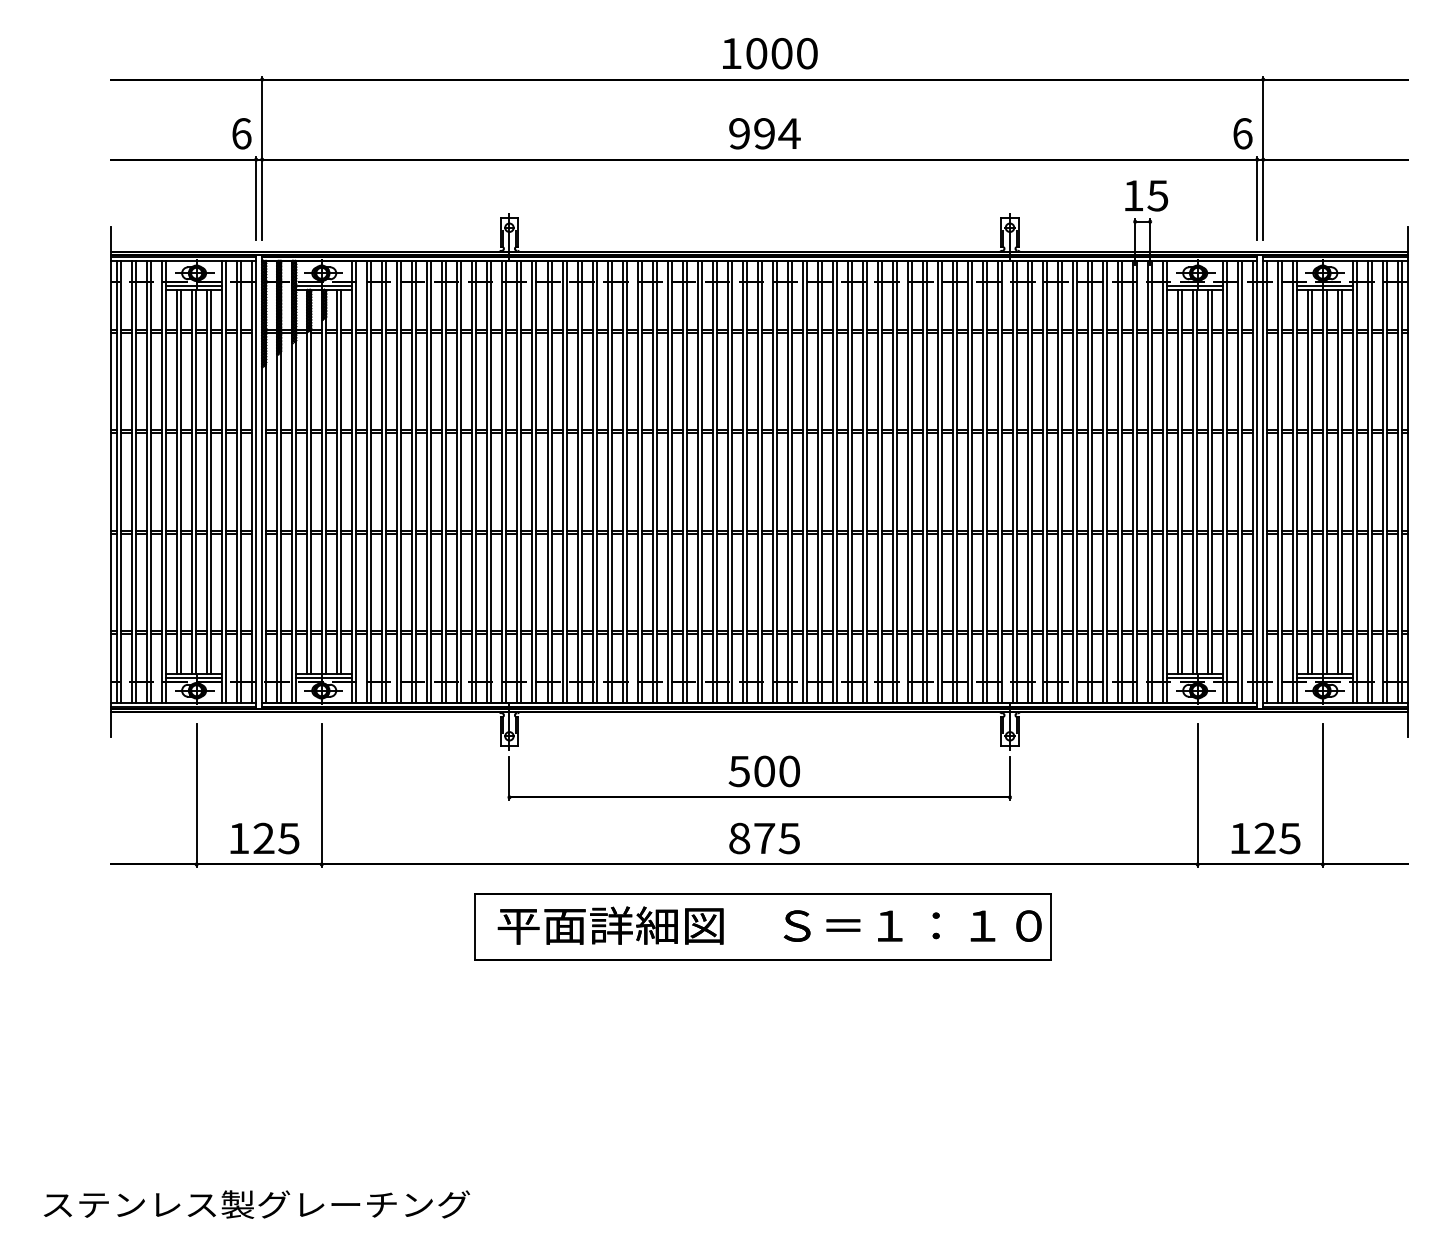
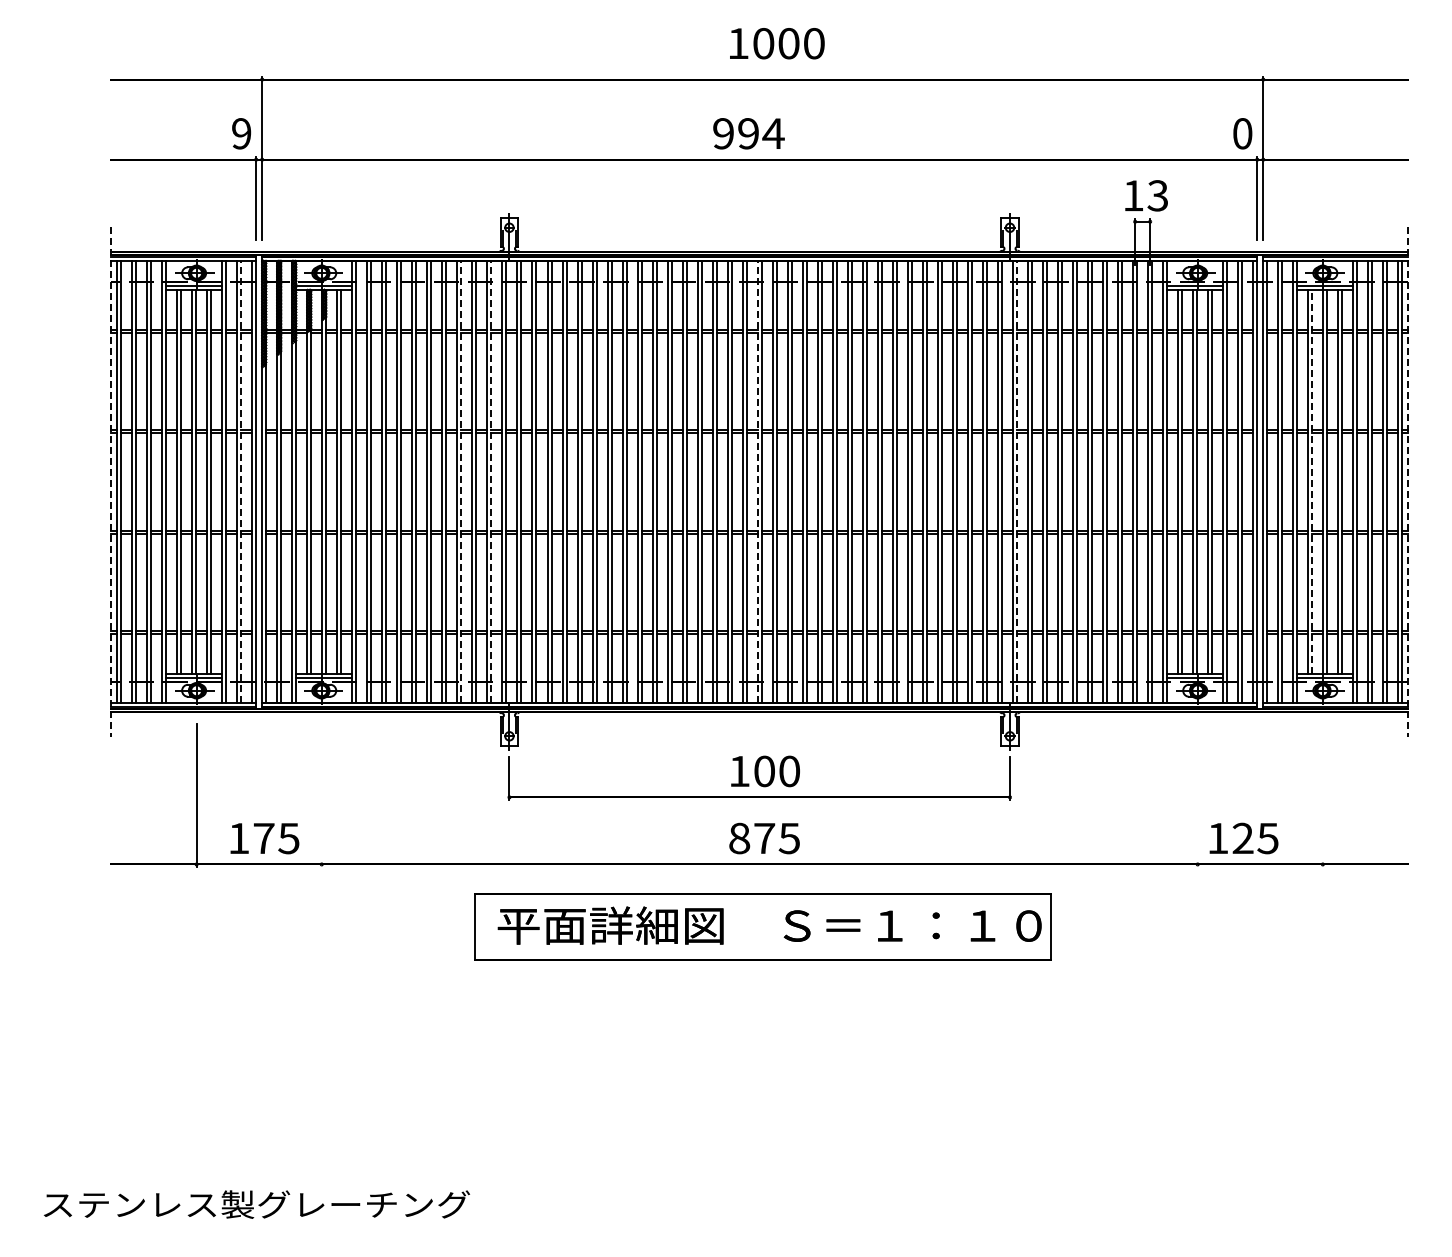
text at (770, 53) position: (770, 53) -> (777, 43)
text at (241, 133): 6 -> 9
text at (764, 133) position: (764, 133) -> (748, 133)
text at (1242, 133): 6 -> 0
text at (1158, 195): 15 -> 13
line at (241, 481): solid -> dashed
line at (461, 481): solid -> dashed
line at (491, 481): solid -> dashed
line at (757, 481): solid -> dashed
line at (1017, 481): solid -> dashed
line at (1312, 481): solid -> dashed
line at (111, 482): solid -> dashed
line at (1408, 482): solid -> dashed
text at (738, 771): 500 -> 100
line at (321, 795): present -> none
line at (1197, 795): present -> none
line at (1322, 795): present -> none
text at (263, 837): 125 -> 175
text at (1265, 838) position: (1265, 838) -> (1243, 838)
